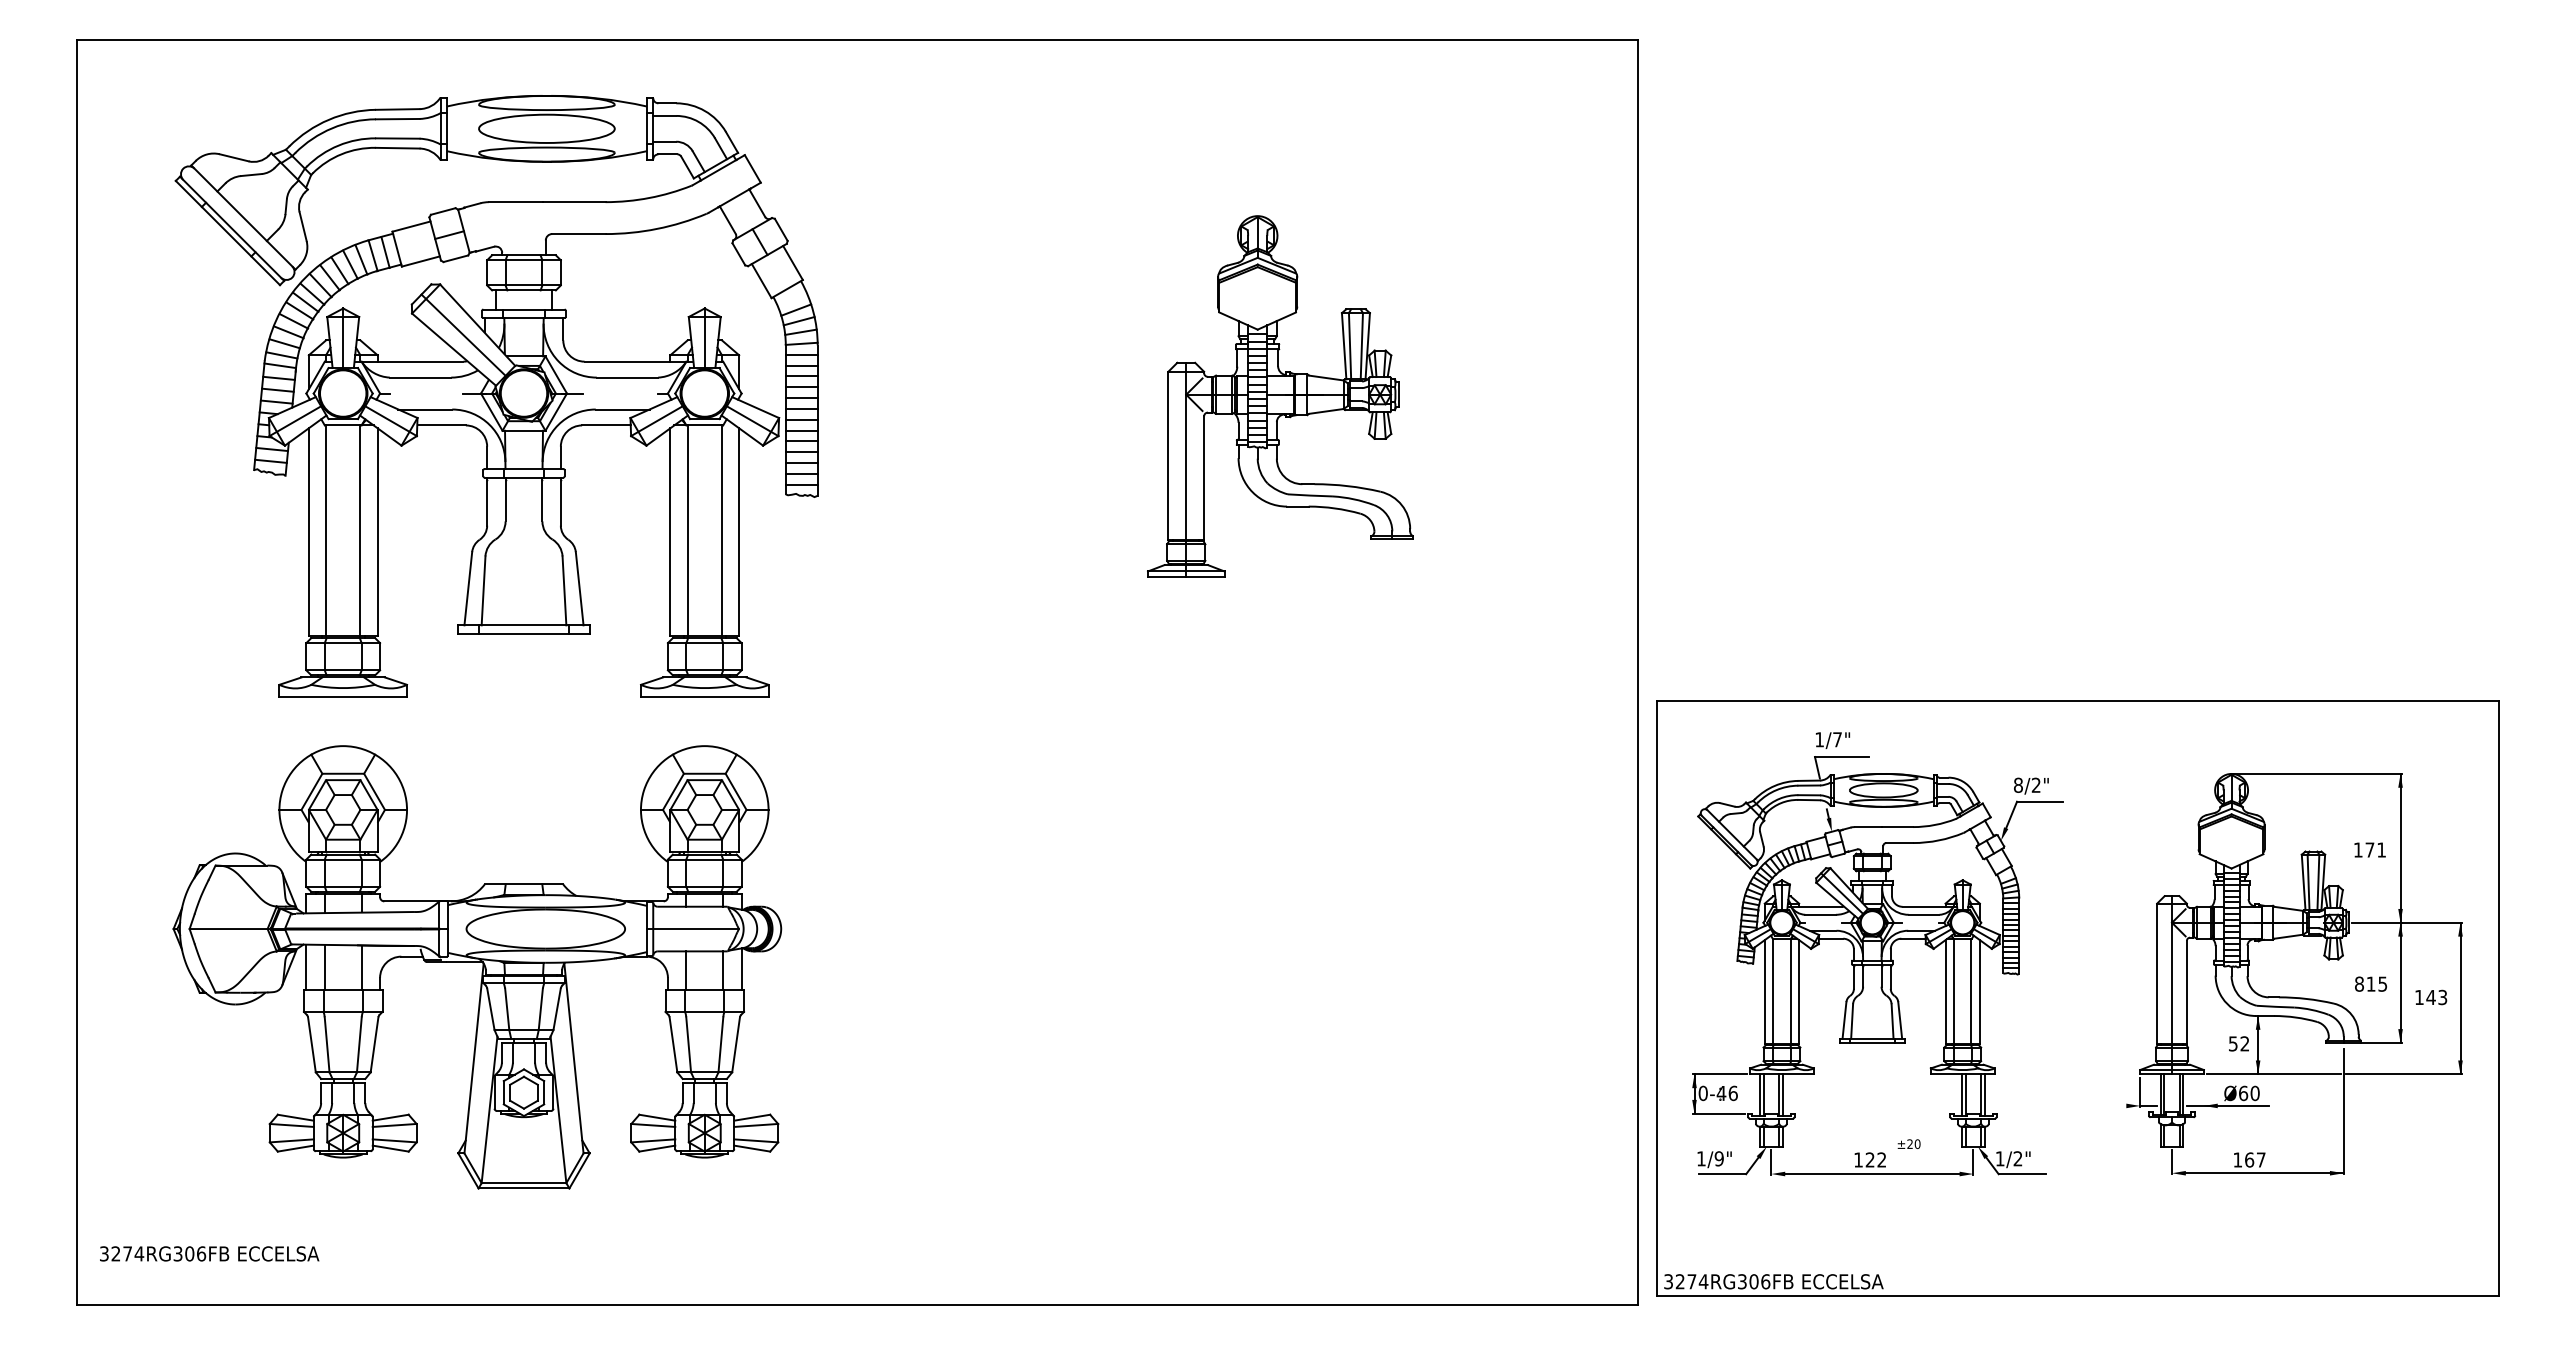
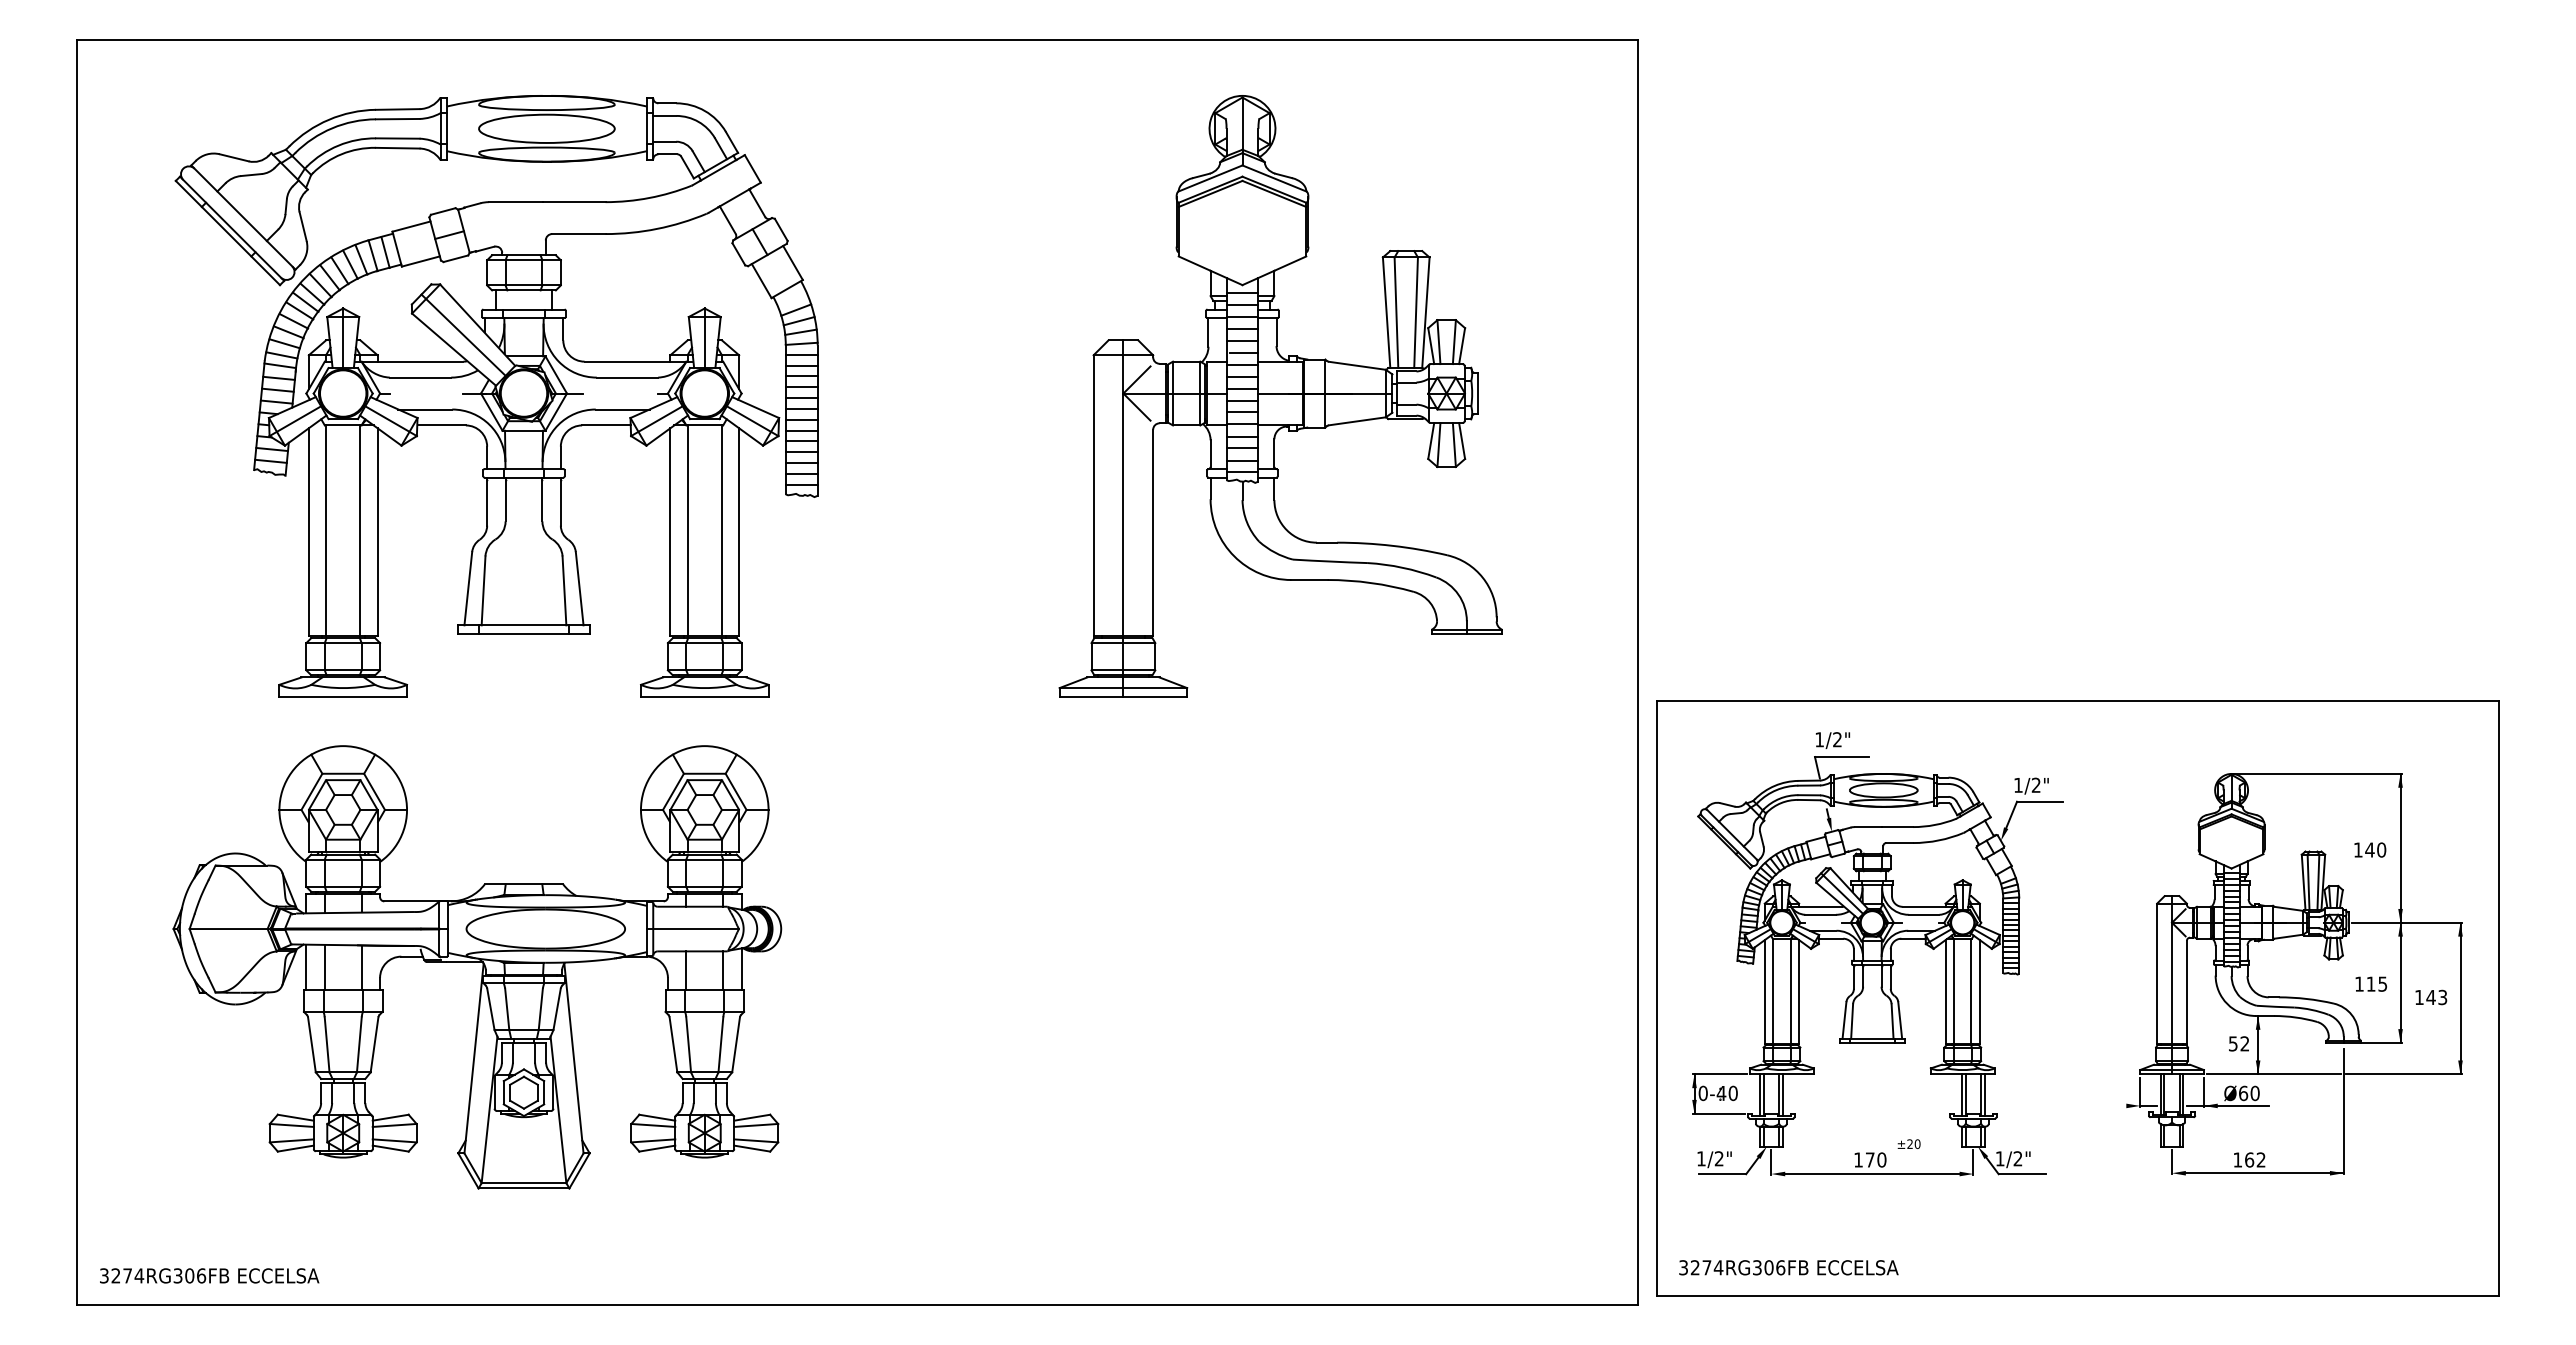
part at (1280, 396) size: 267x363 px -> 445x603 px
text at (1837, 739): 1/7" -> 1/2"
text at (2018, 784): 8/2" -> 1/2"
text at (2375, 849): 171 -> 140
text at (2359, 983): 815 -> 115
text at (1732, 1092): 0-46 -> 0-40
line at (2203, 1092): none -> present
text at (1718, 1158): 1/9" -> 1/2"
text at (1875, 1159): 122 -> 170
text at (2260, 1159): 167 -> 162
text at (209, 1253) position: (209, 1253) -> (209, 1275)
text at (1773, 1281) position: (1773, 1281) -> (1788, 1267)
